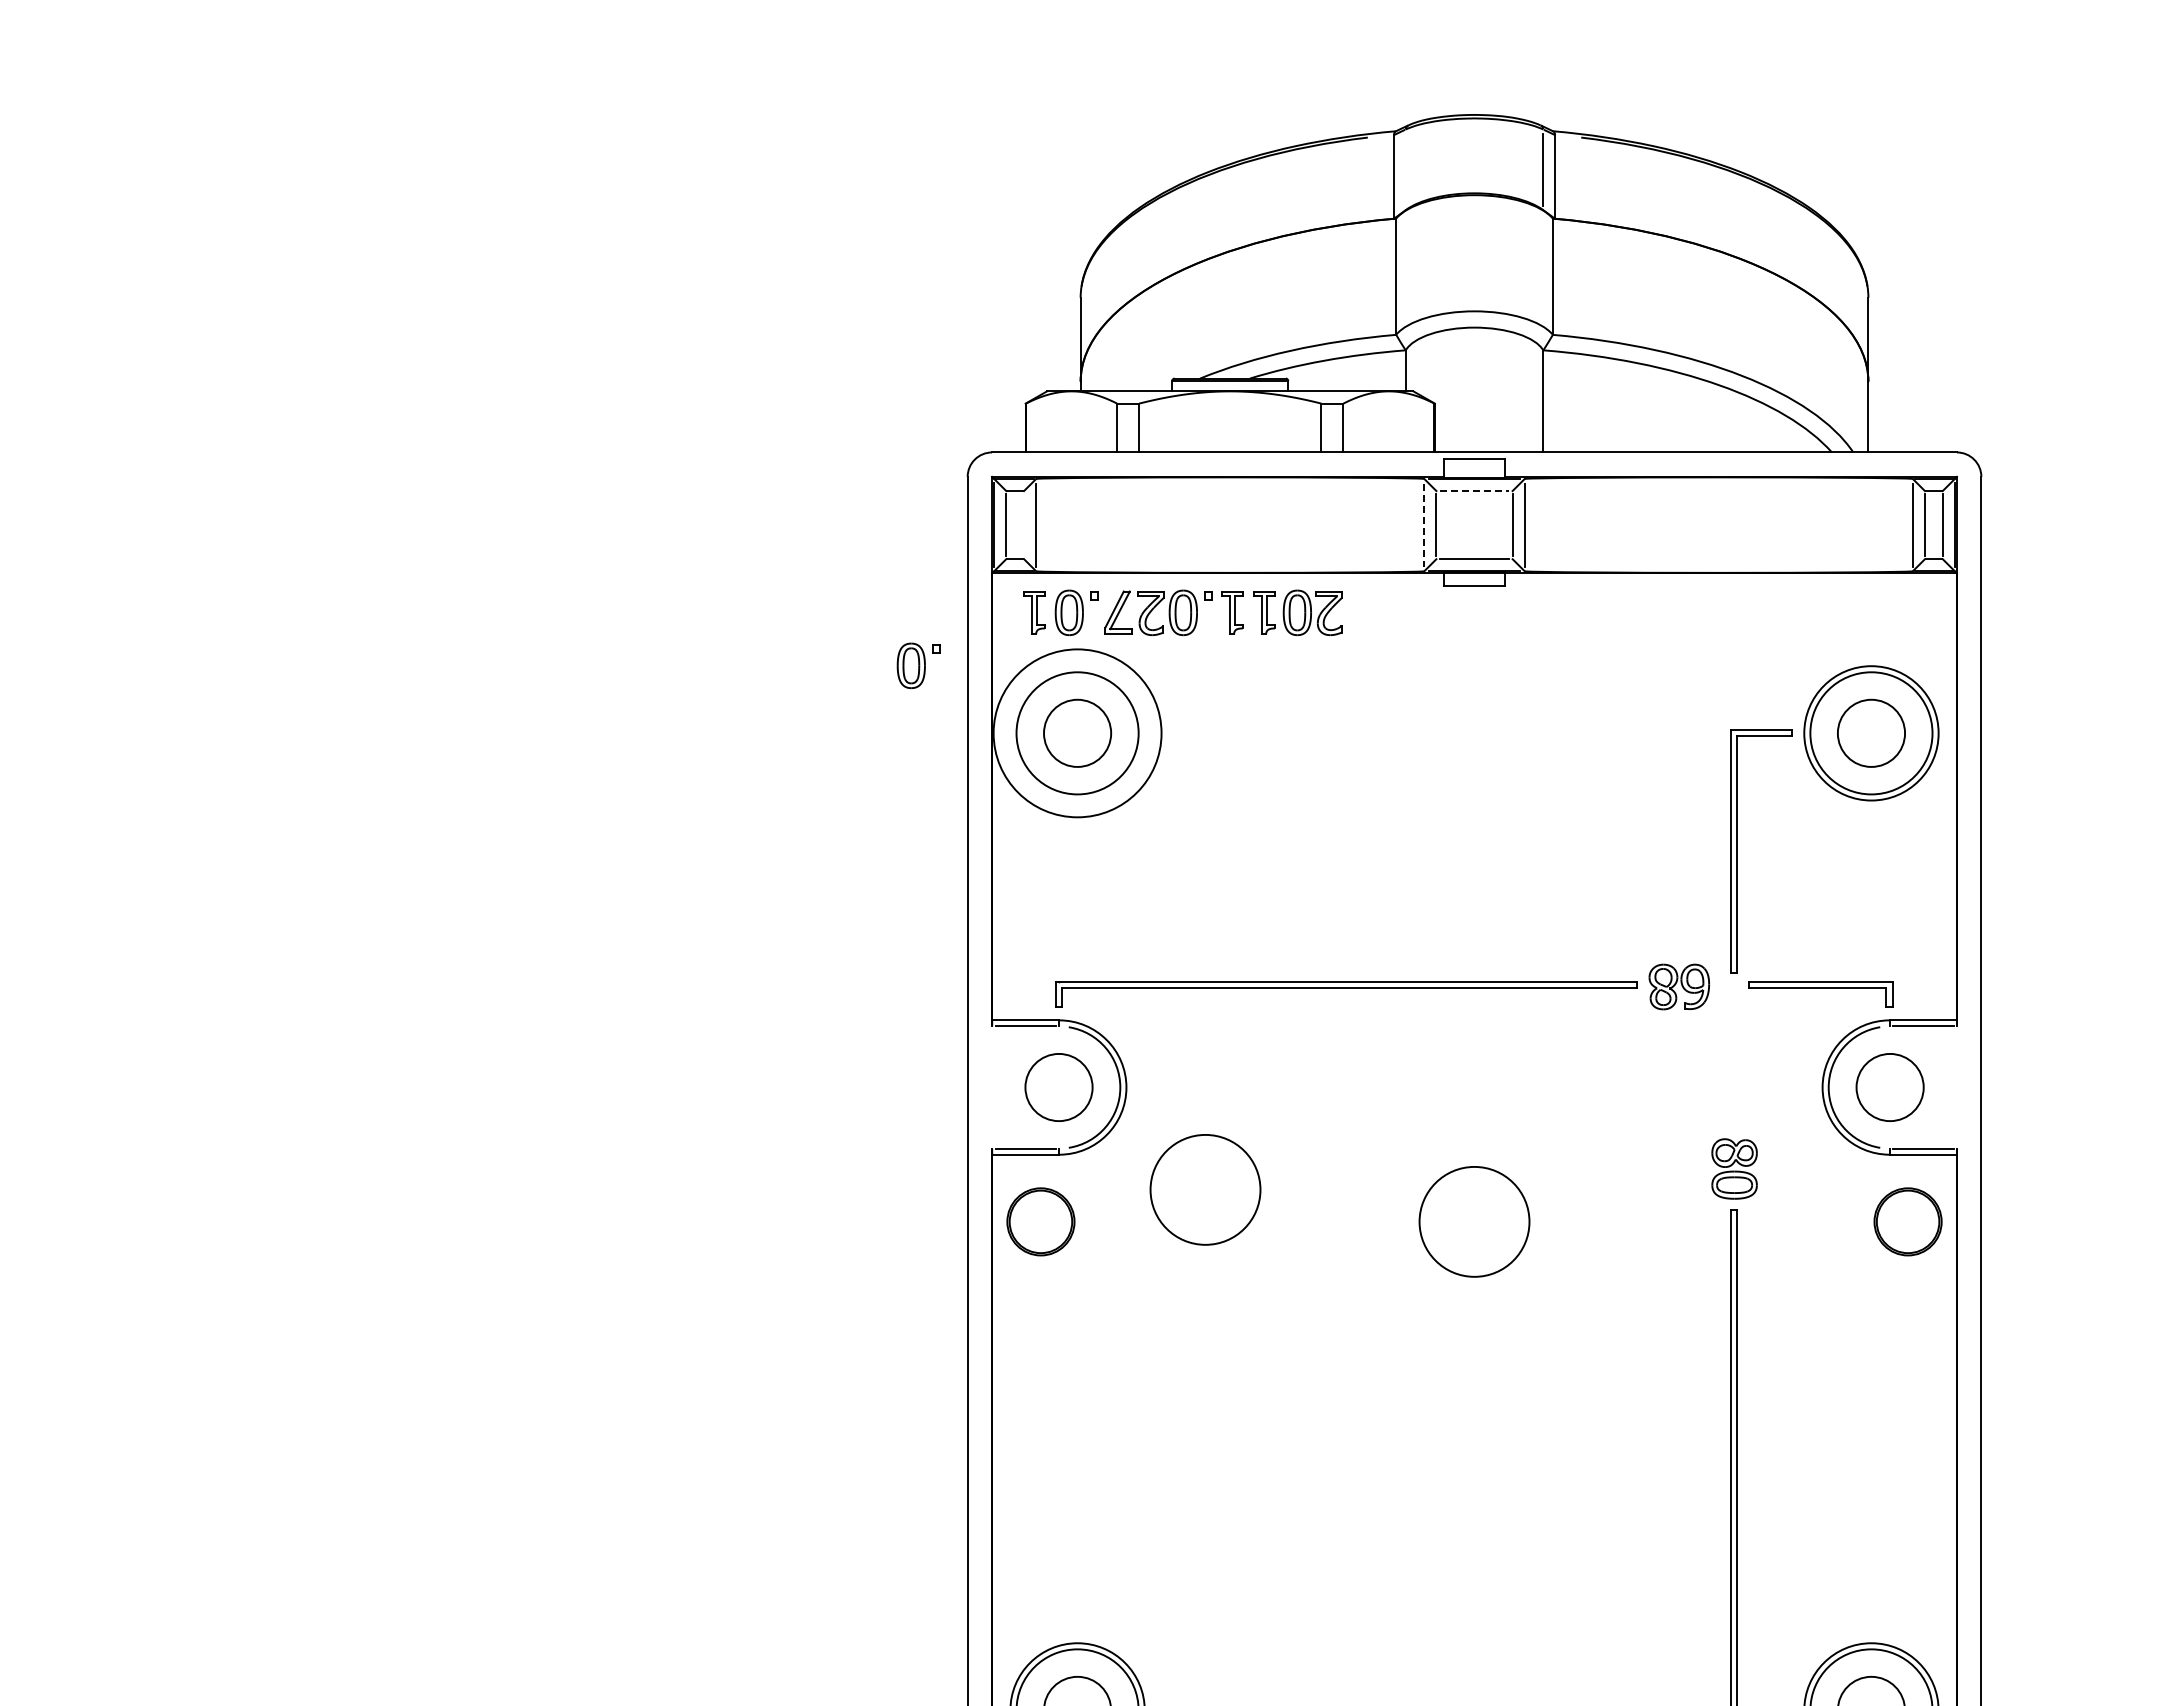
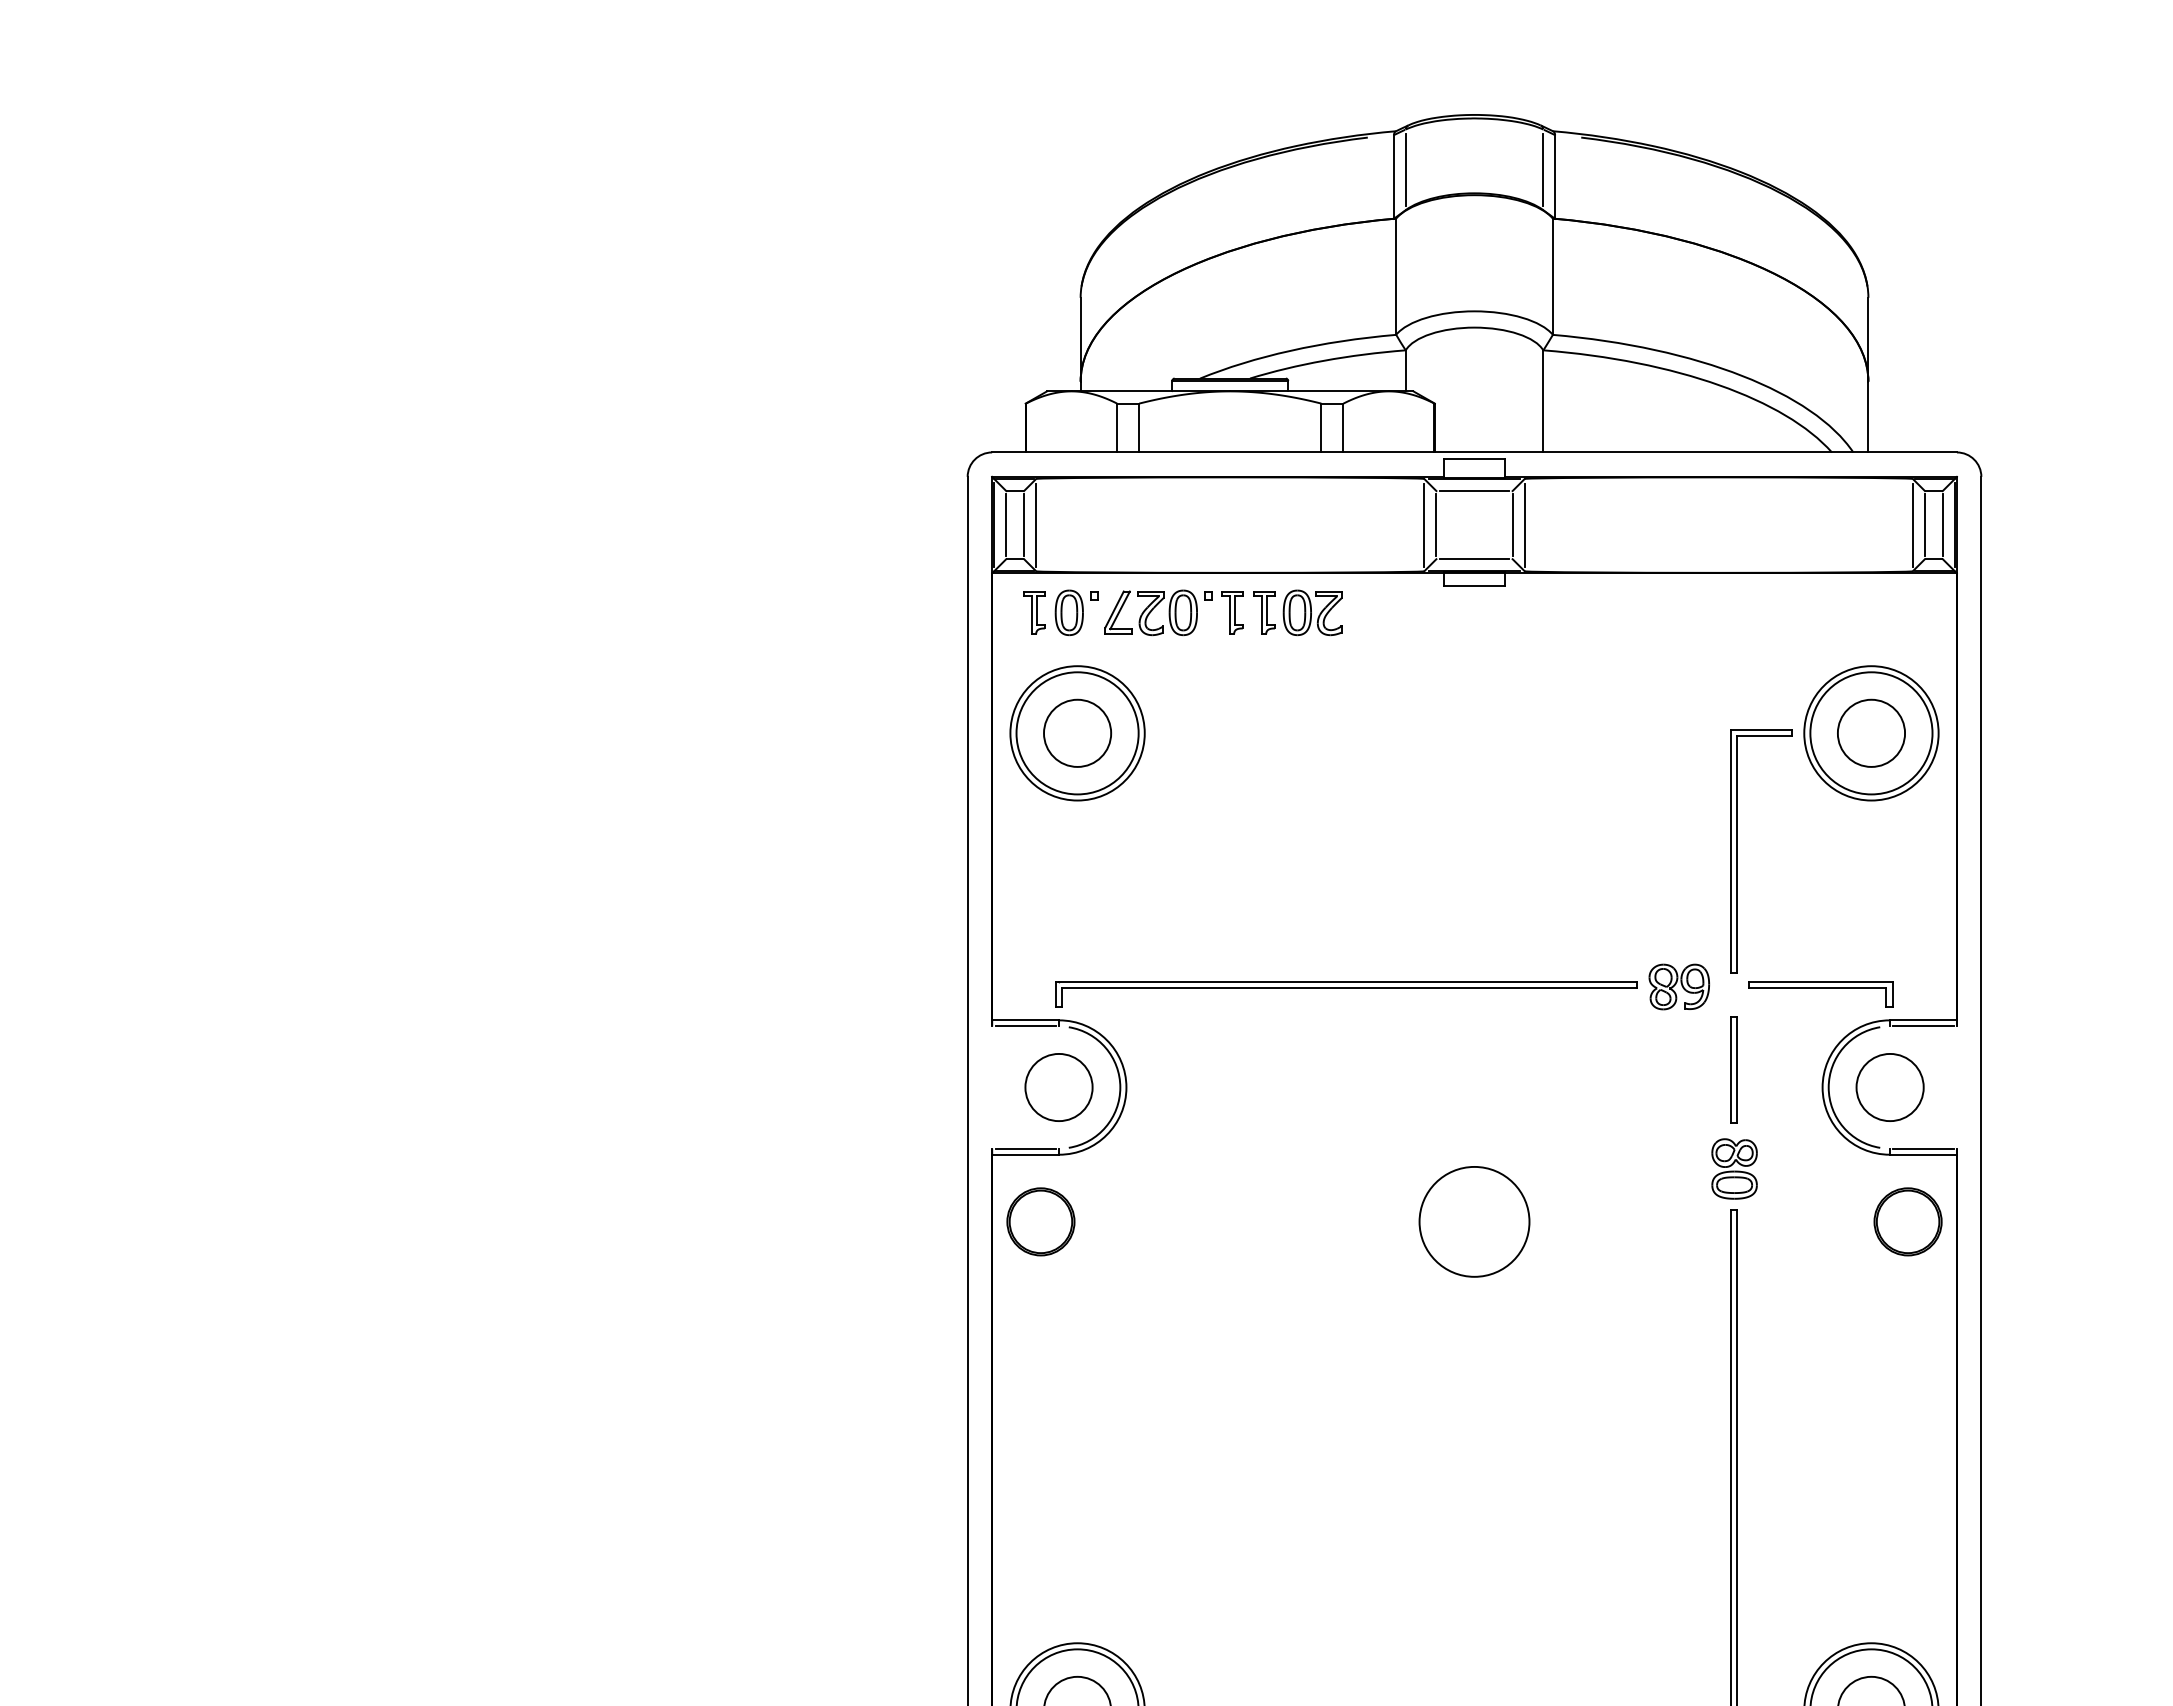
line at (1405, 169): none -> present
line at (1475, 491): dashed -> solid
line at (1024, 524): none -> present
line at (1424, 525): dashed -> solid
part at (918, 665): present -> none
circle at (1077, 733) diameter: 168 px -> 134 px
part at (1733, 1069): none -> present
circle at (1205, 1189): present -> none
